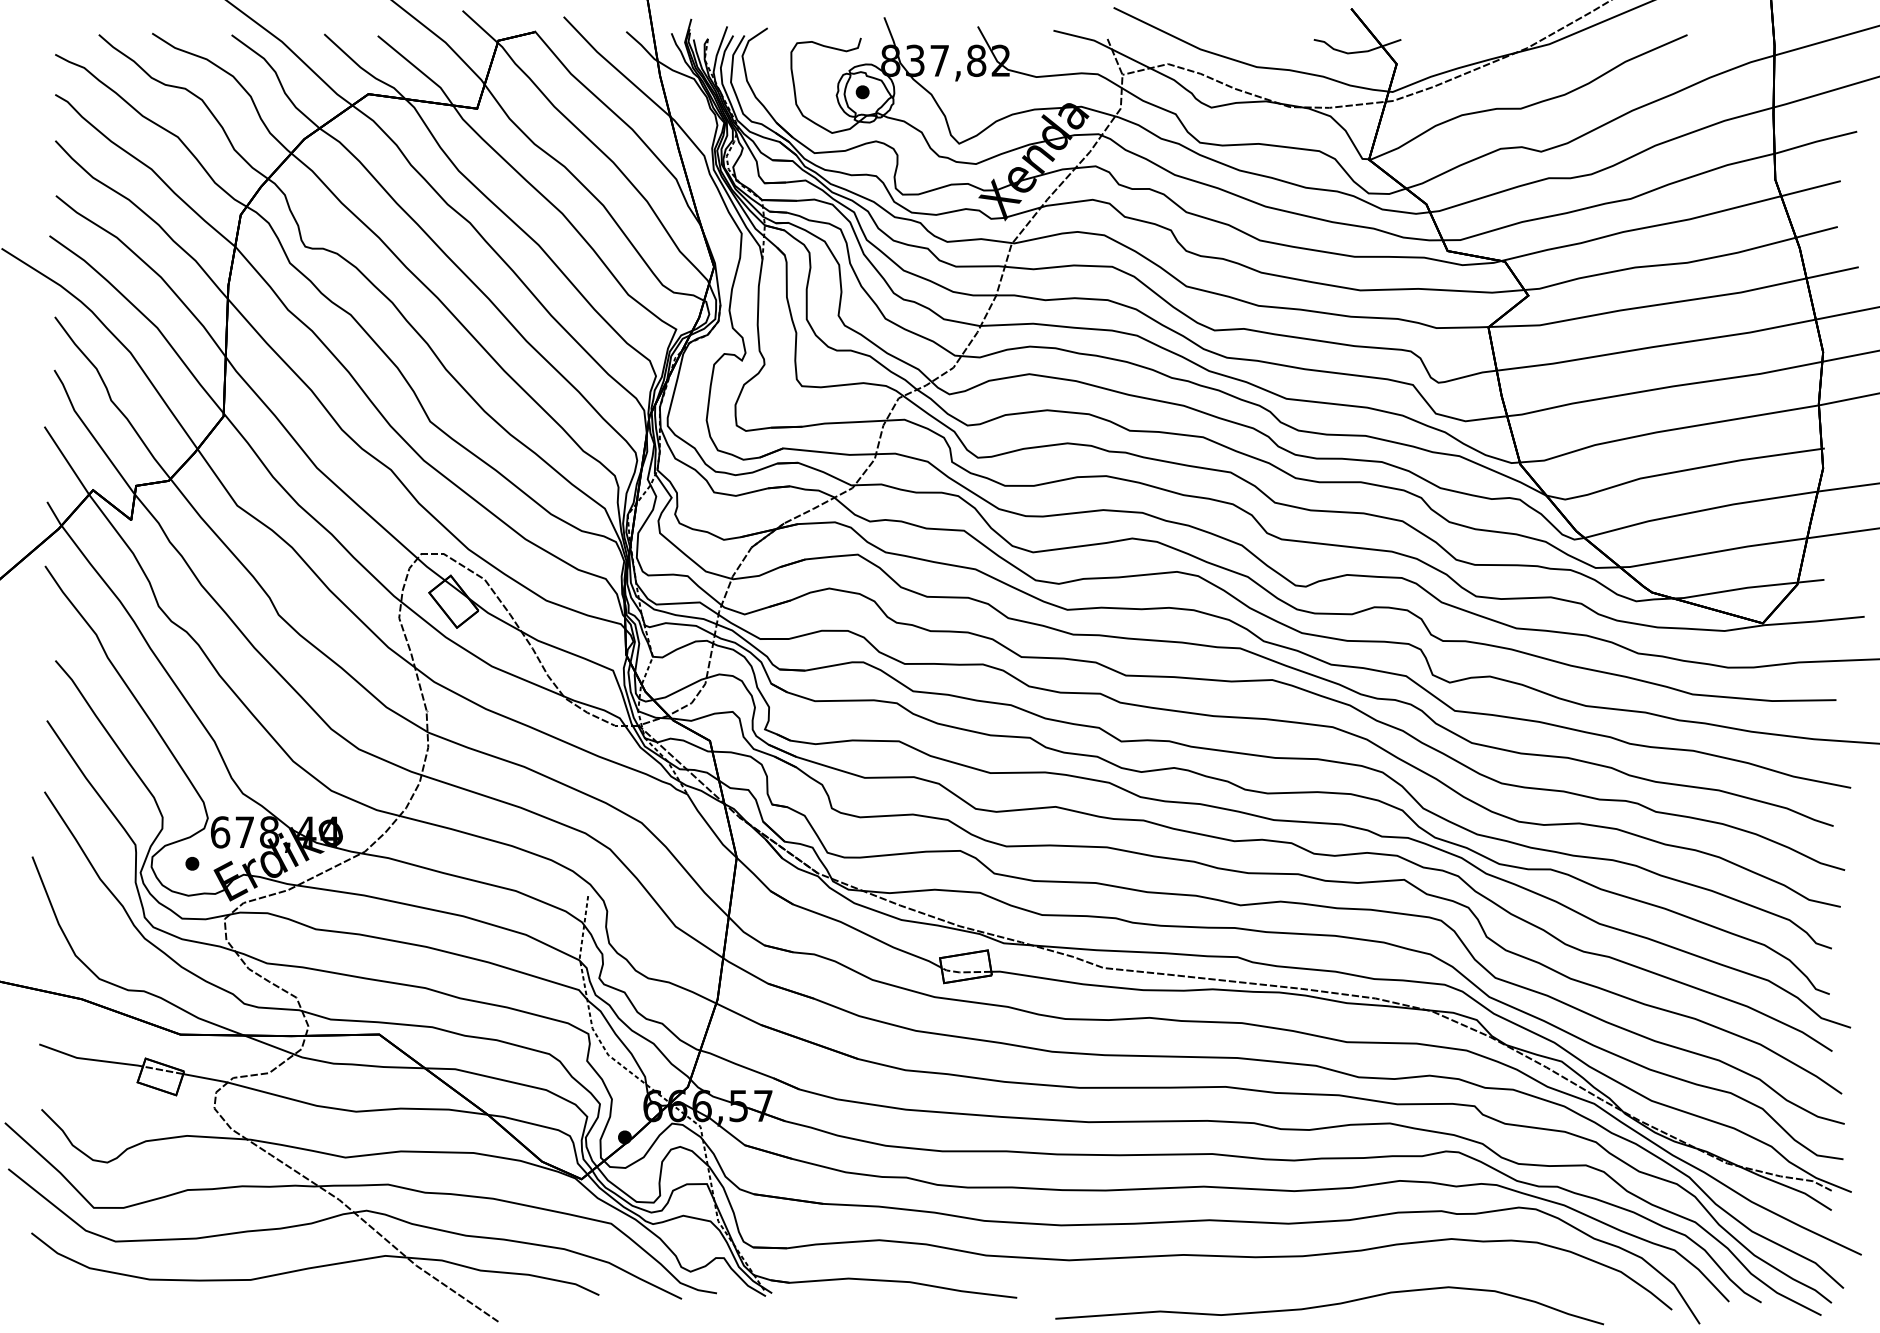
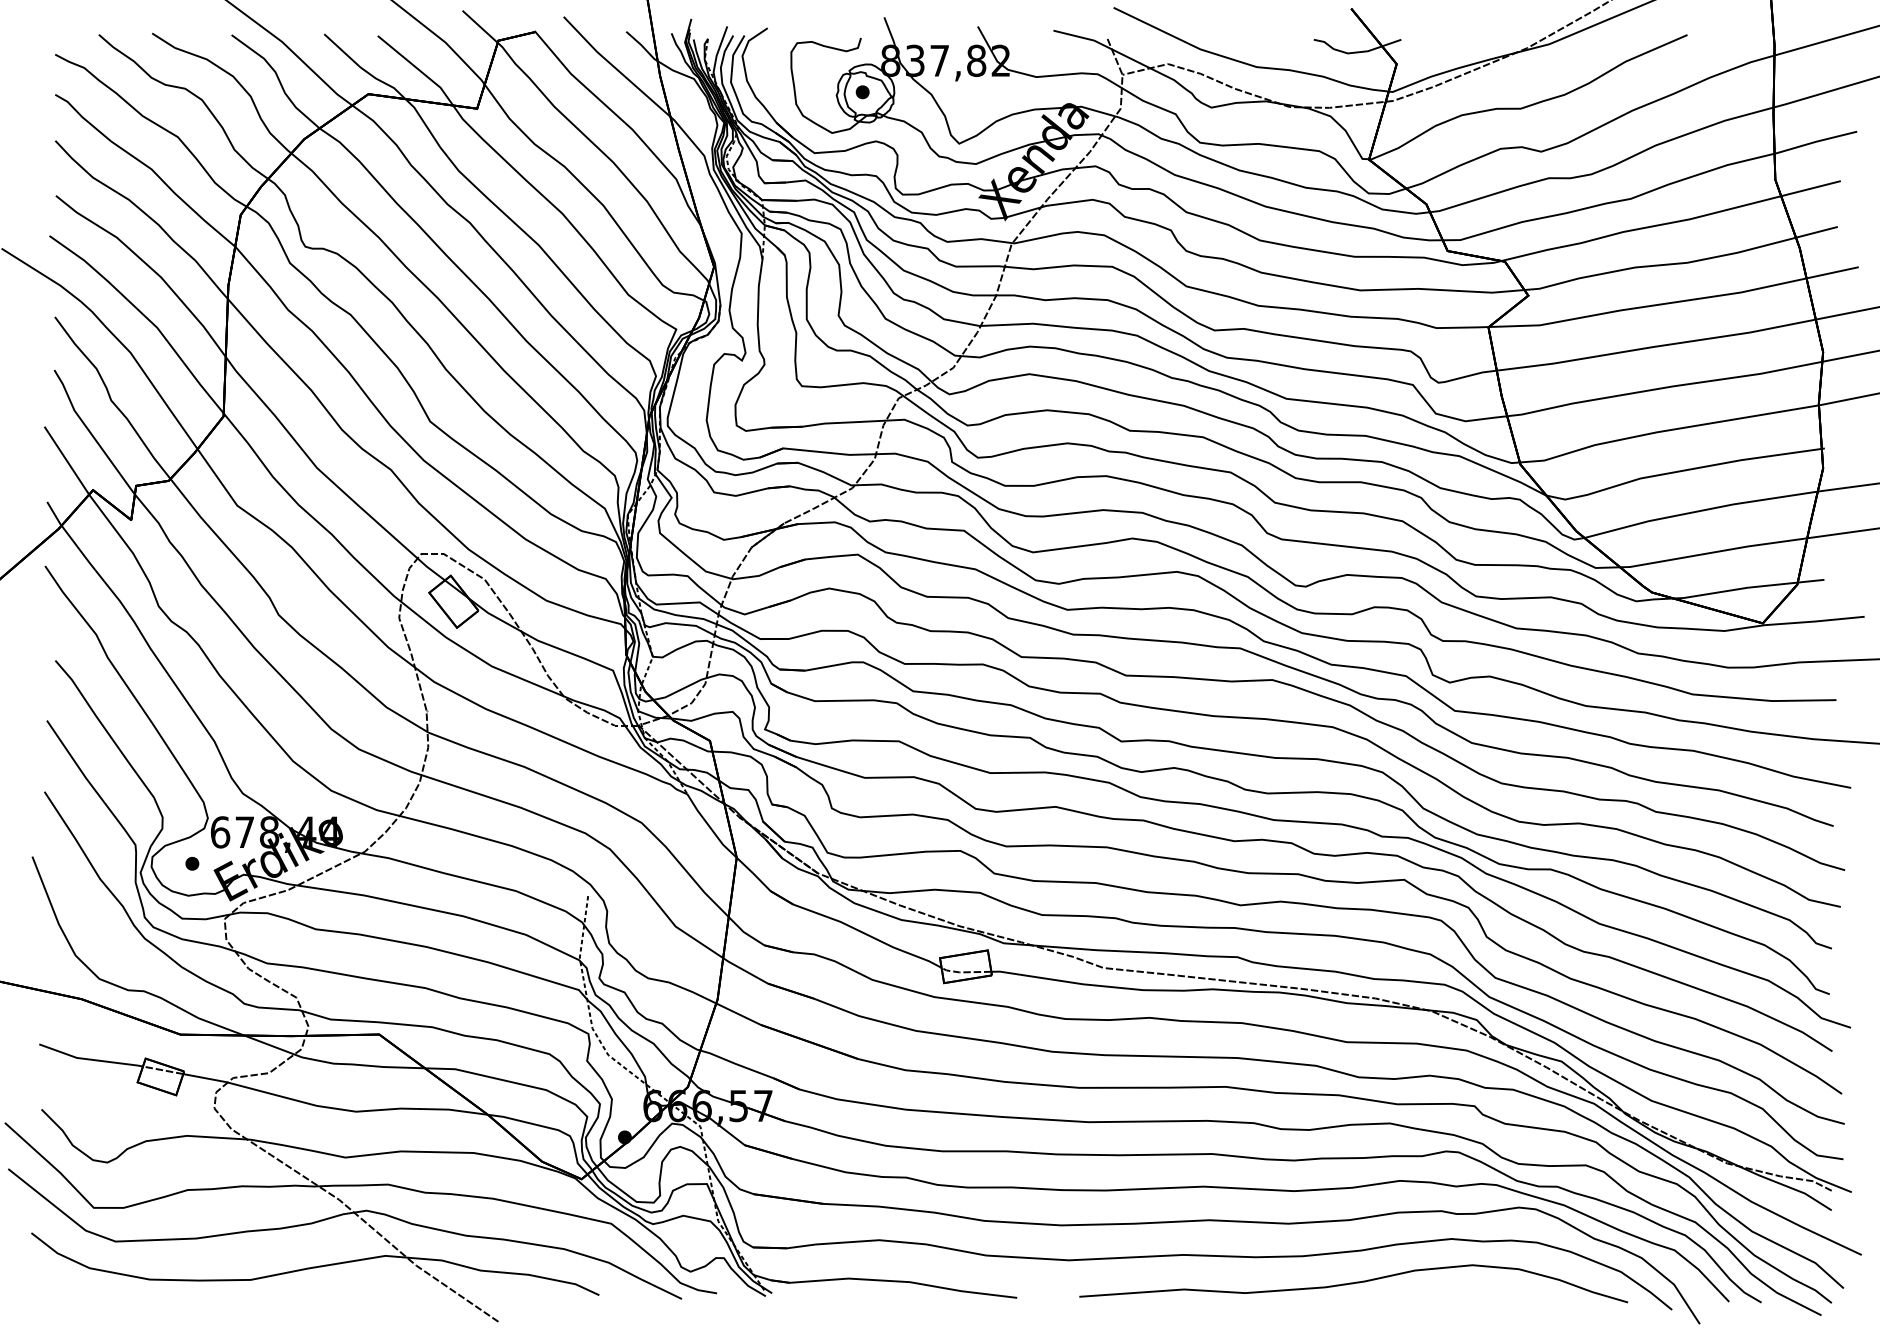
curve at (1329, 1305) position: (1329, 1305) -> (1353, 1283)
